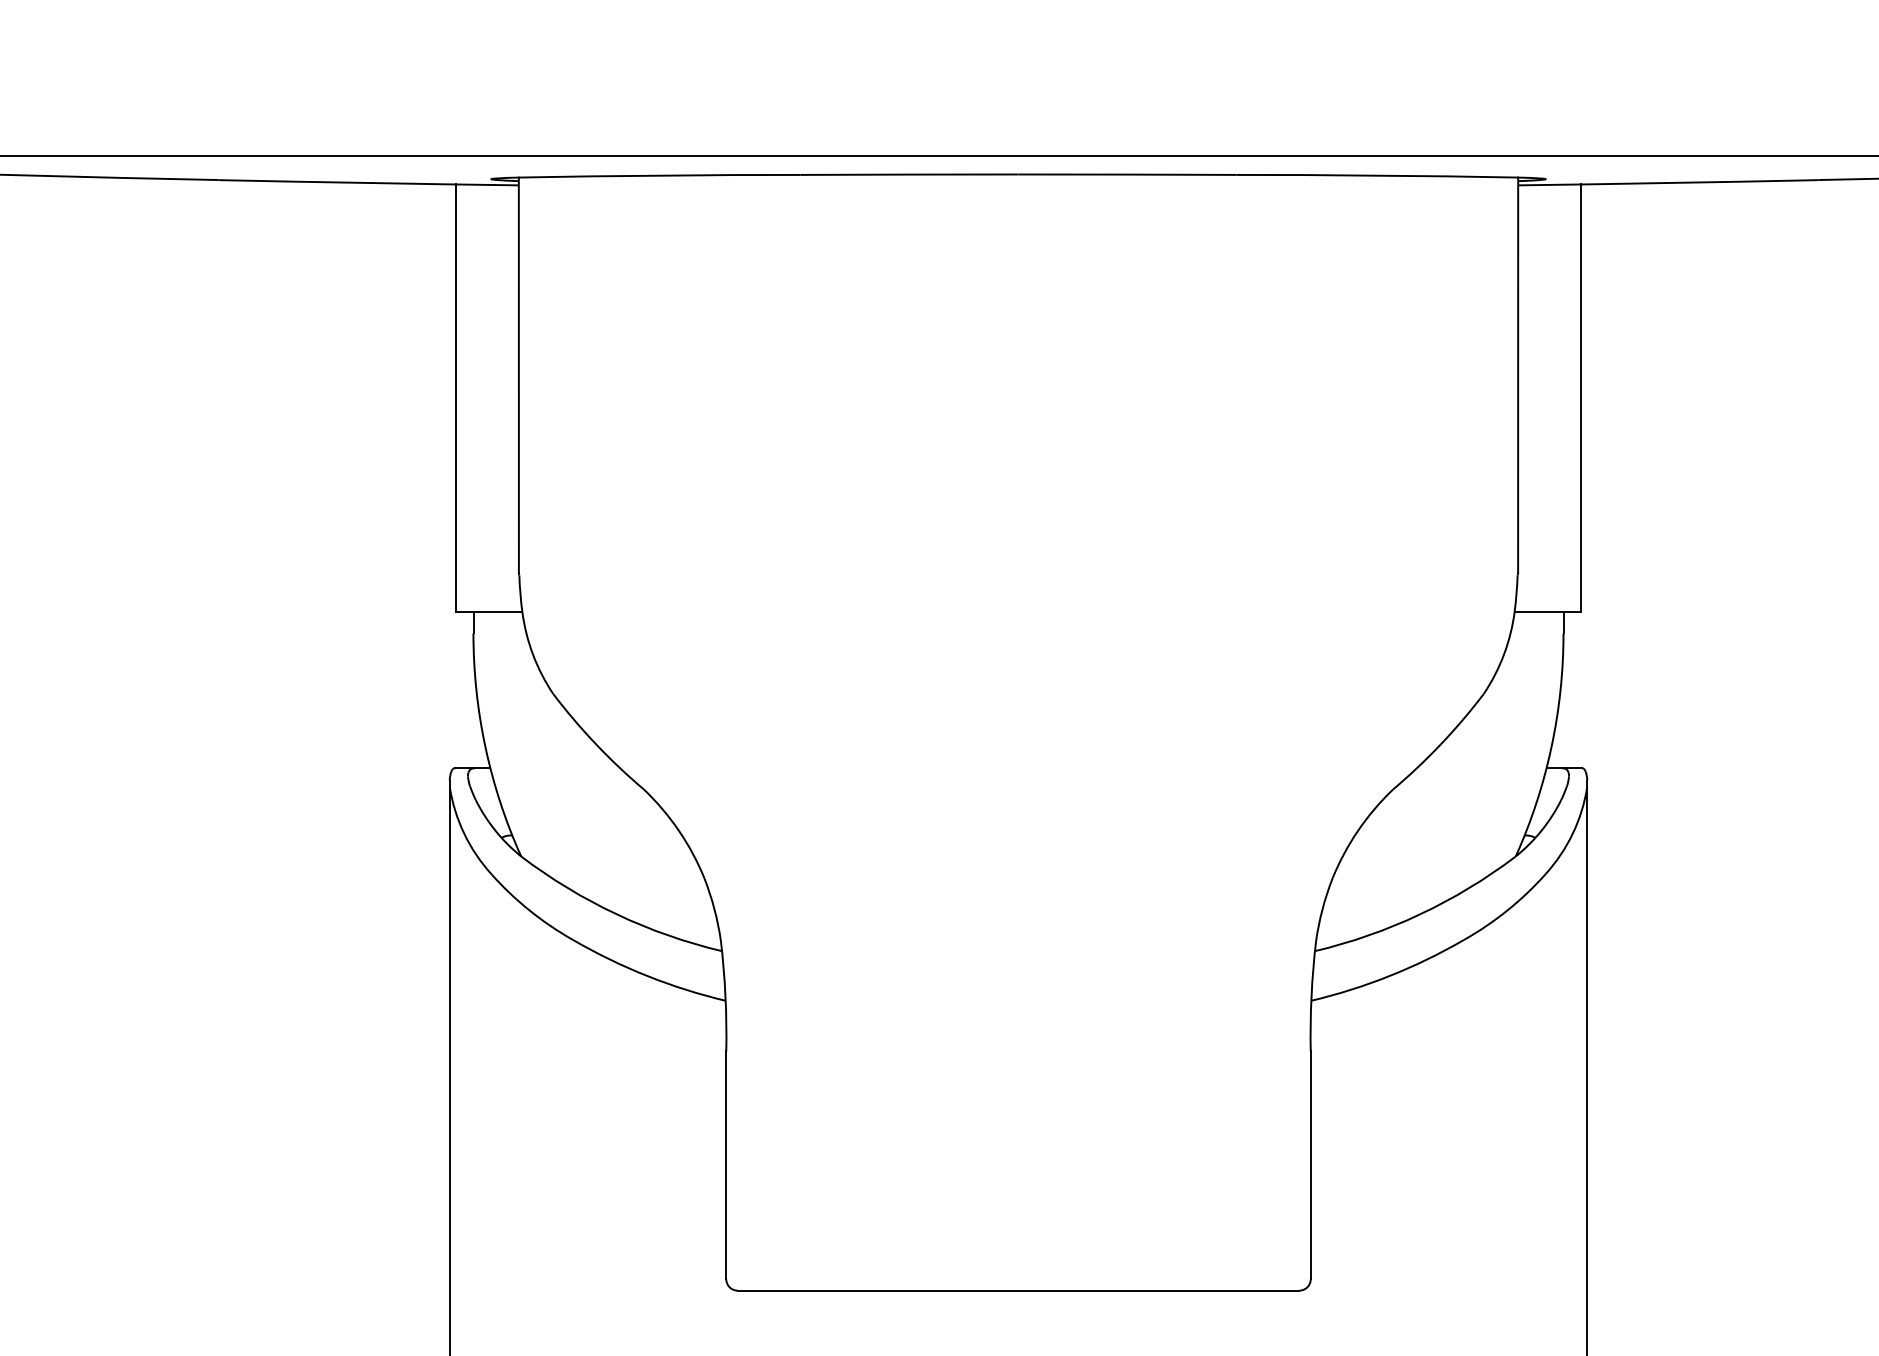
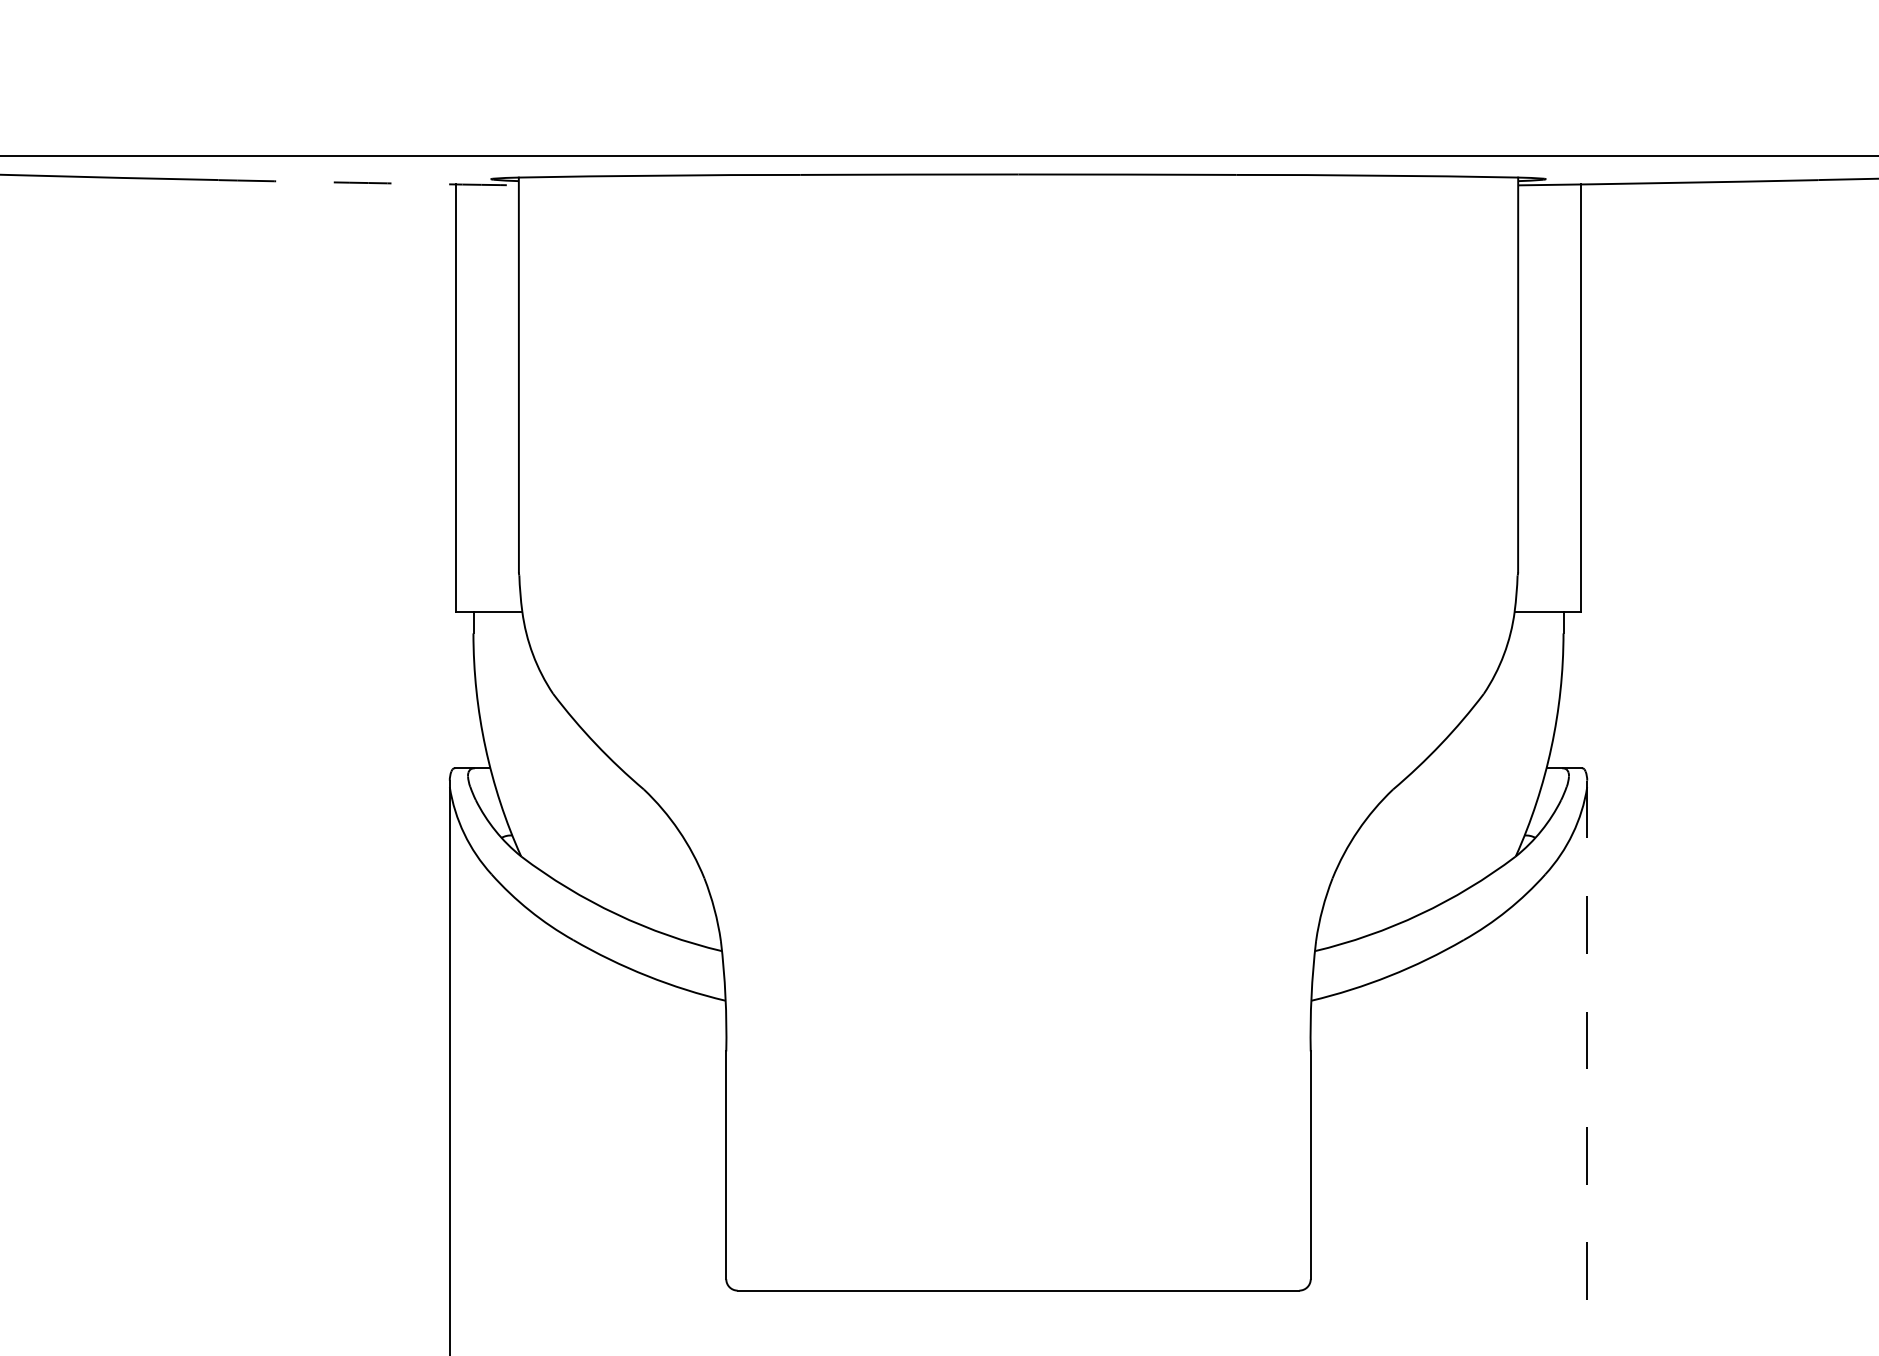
arc at (368, 183): solid -> dashed
line at (1587, 1068): solid -> dashed
